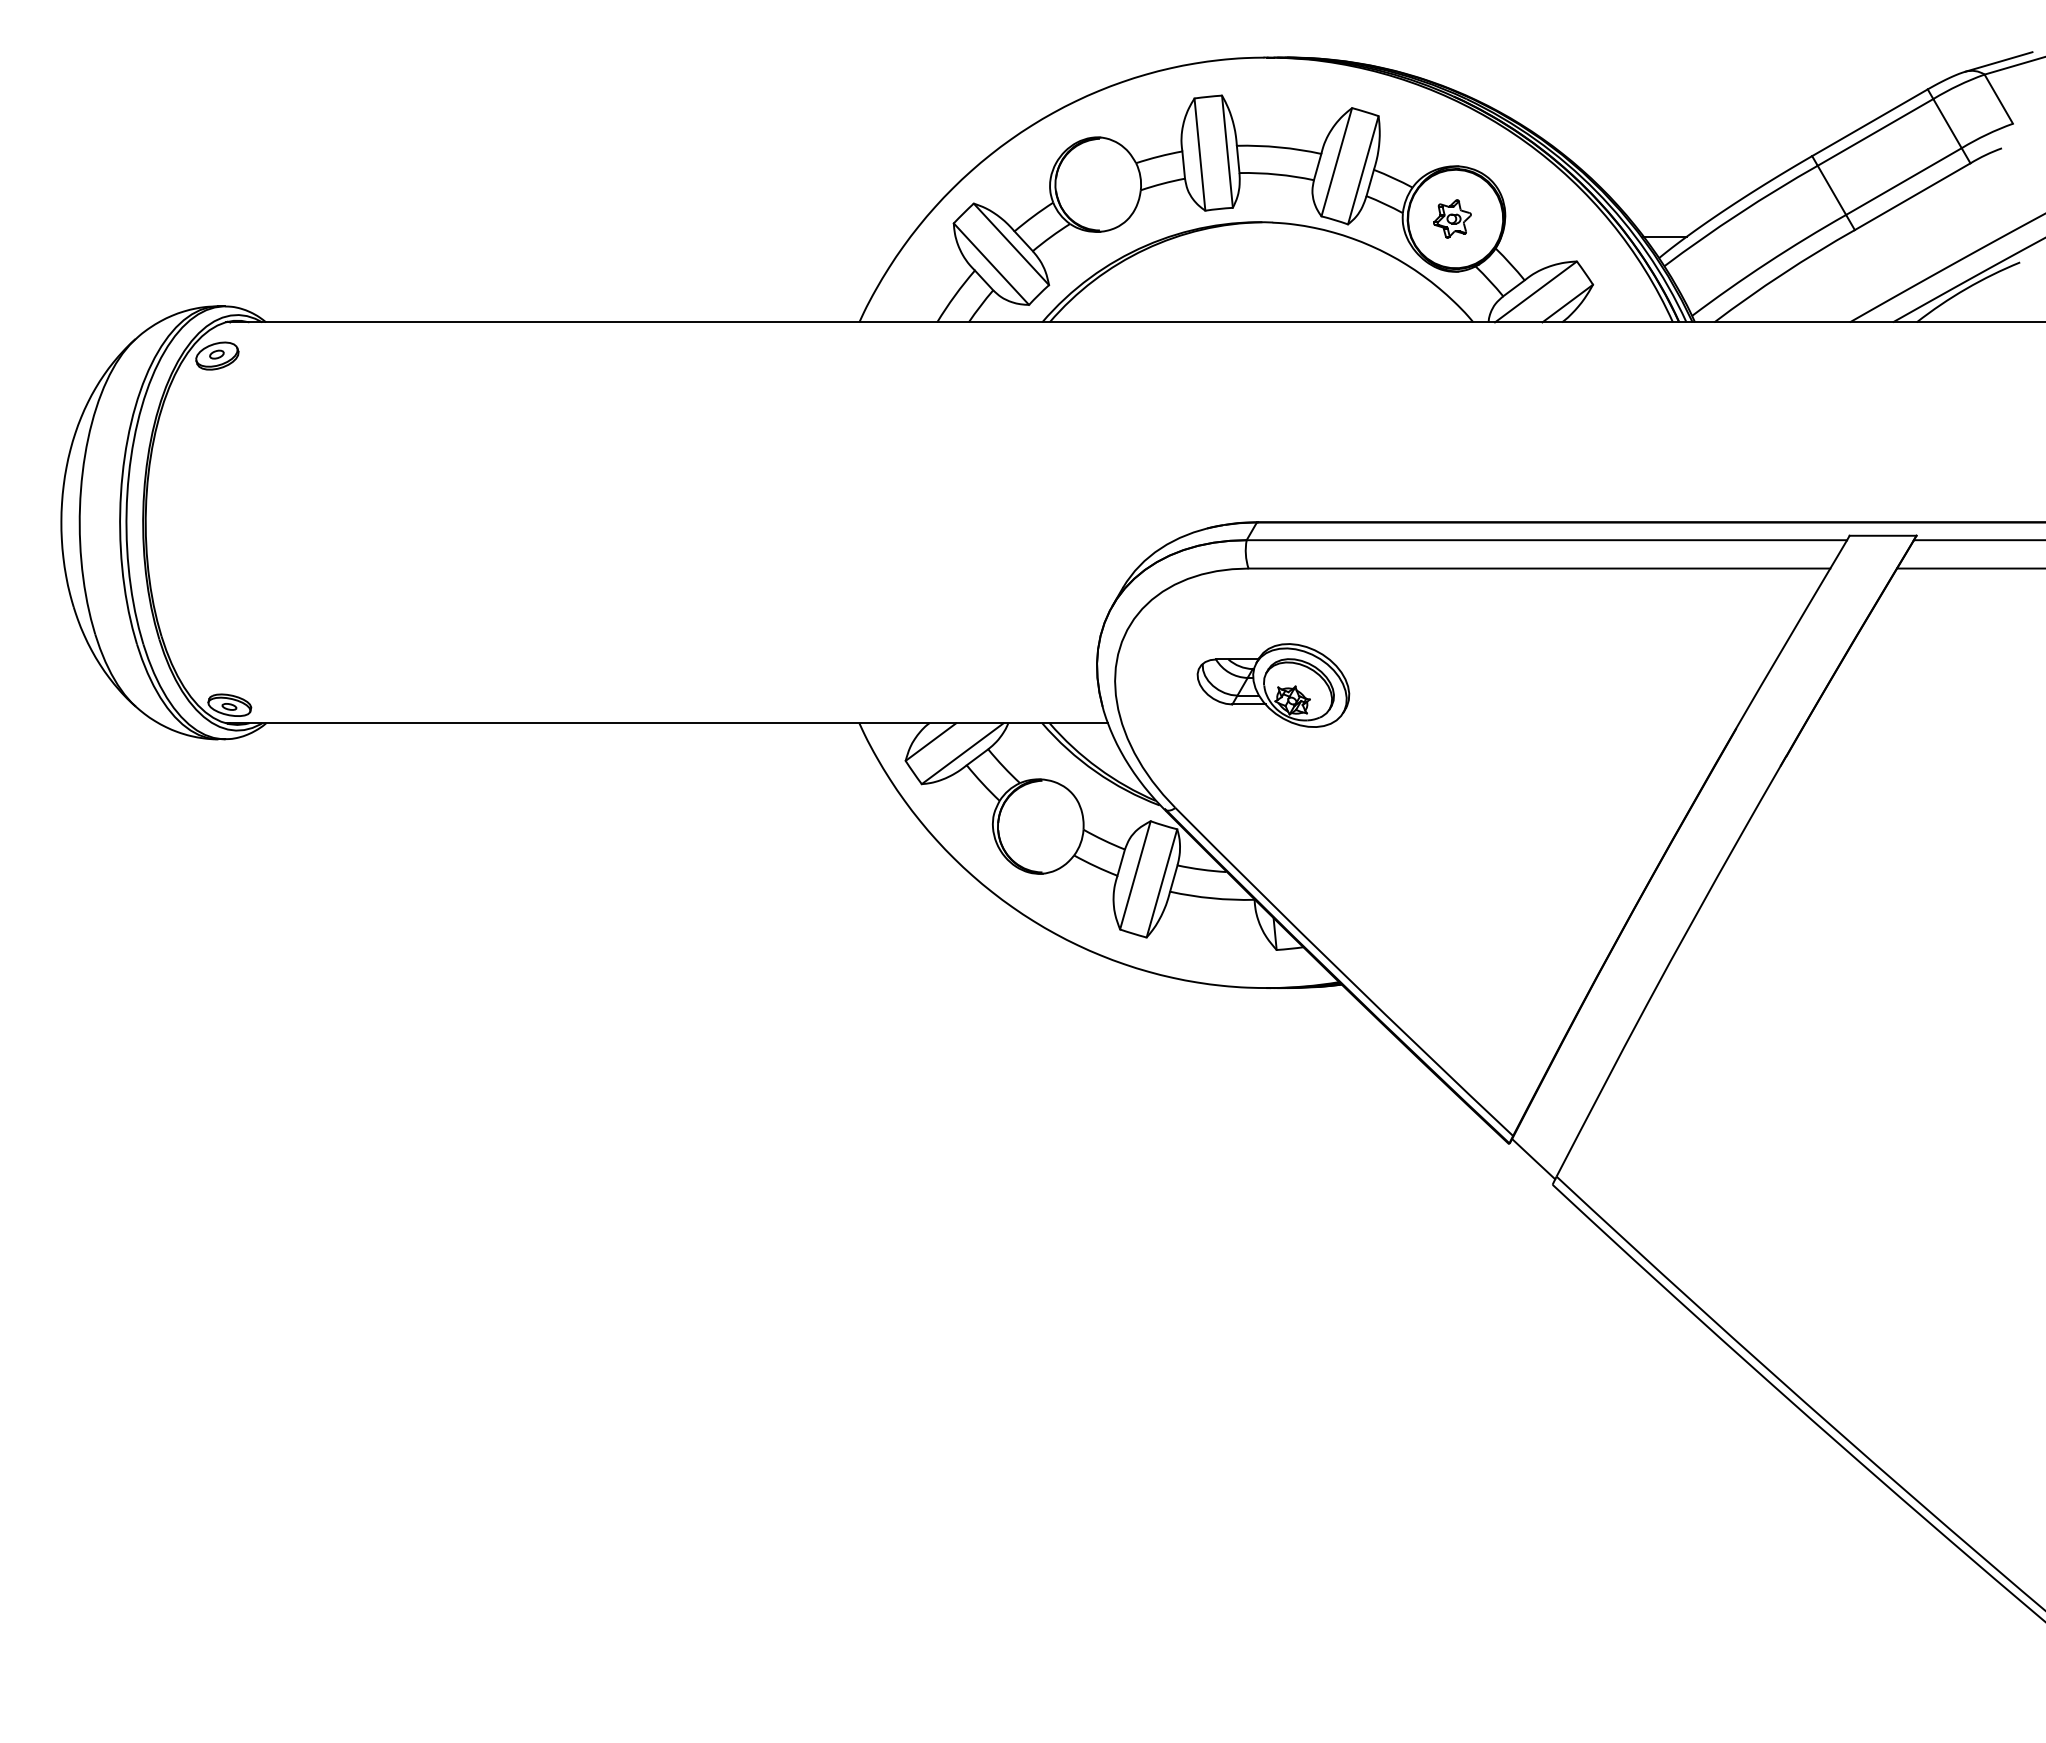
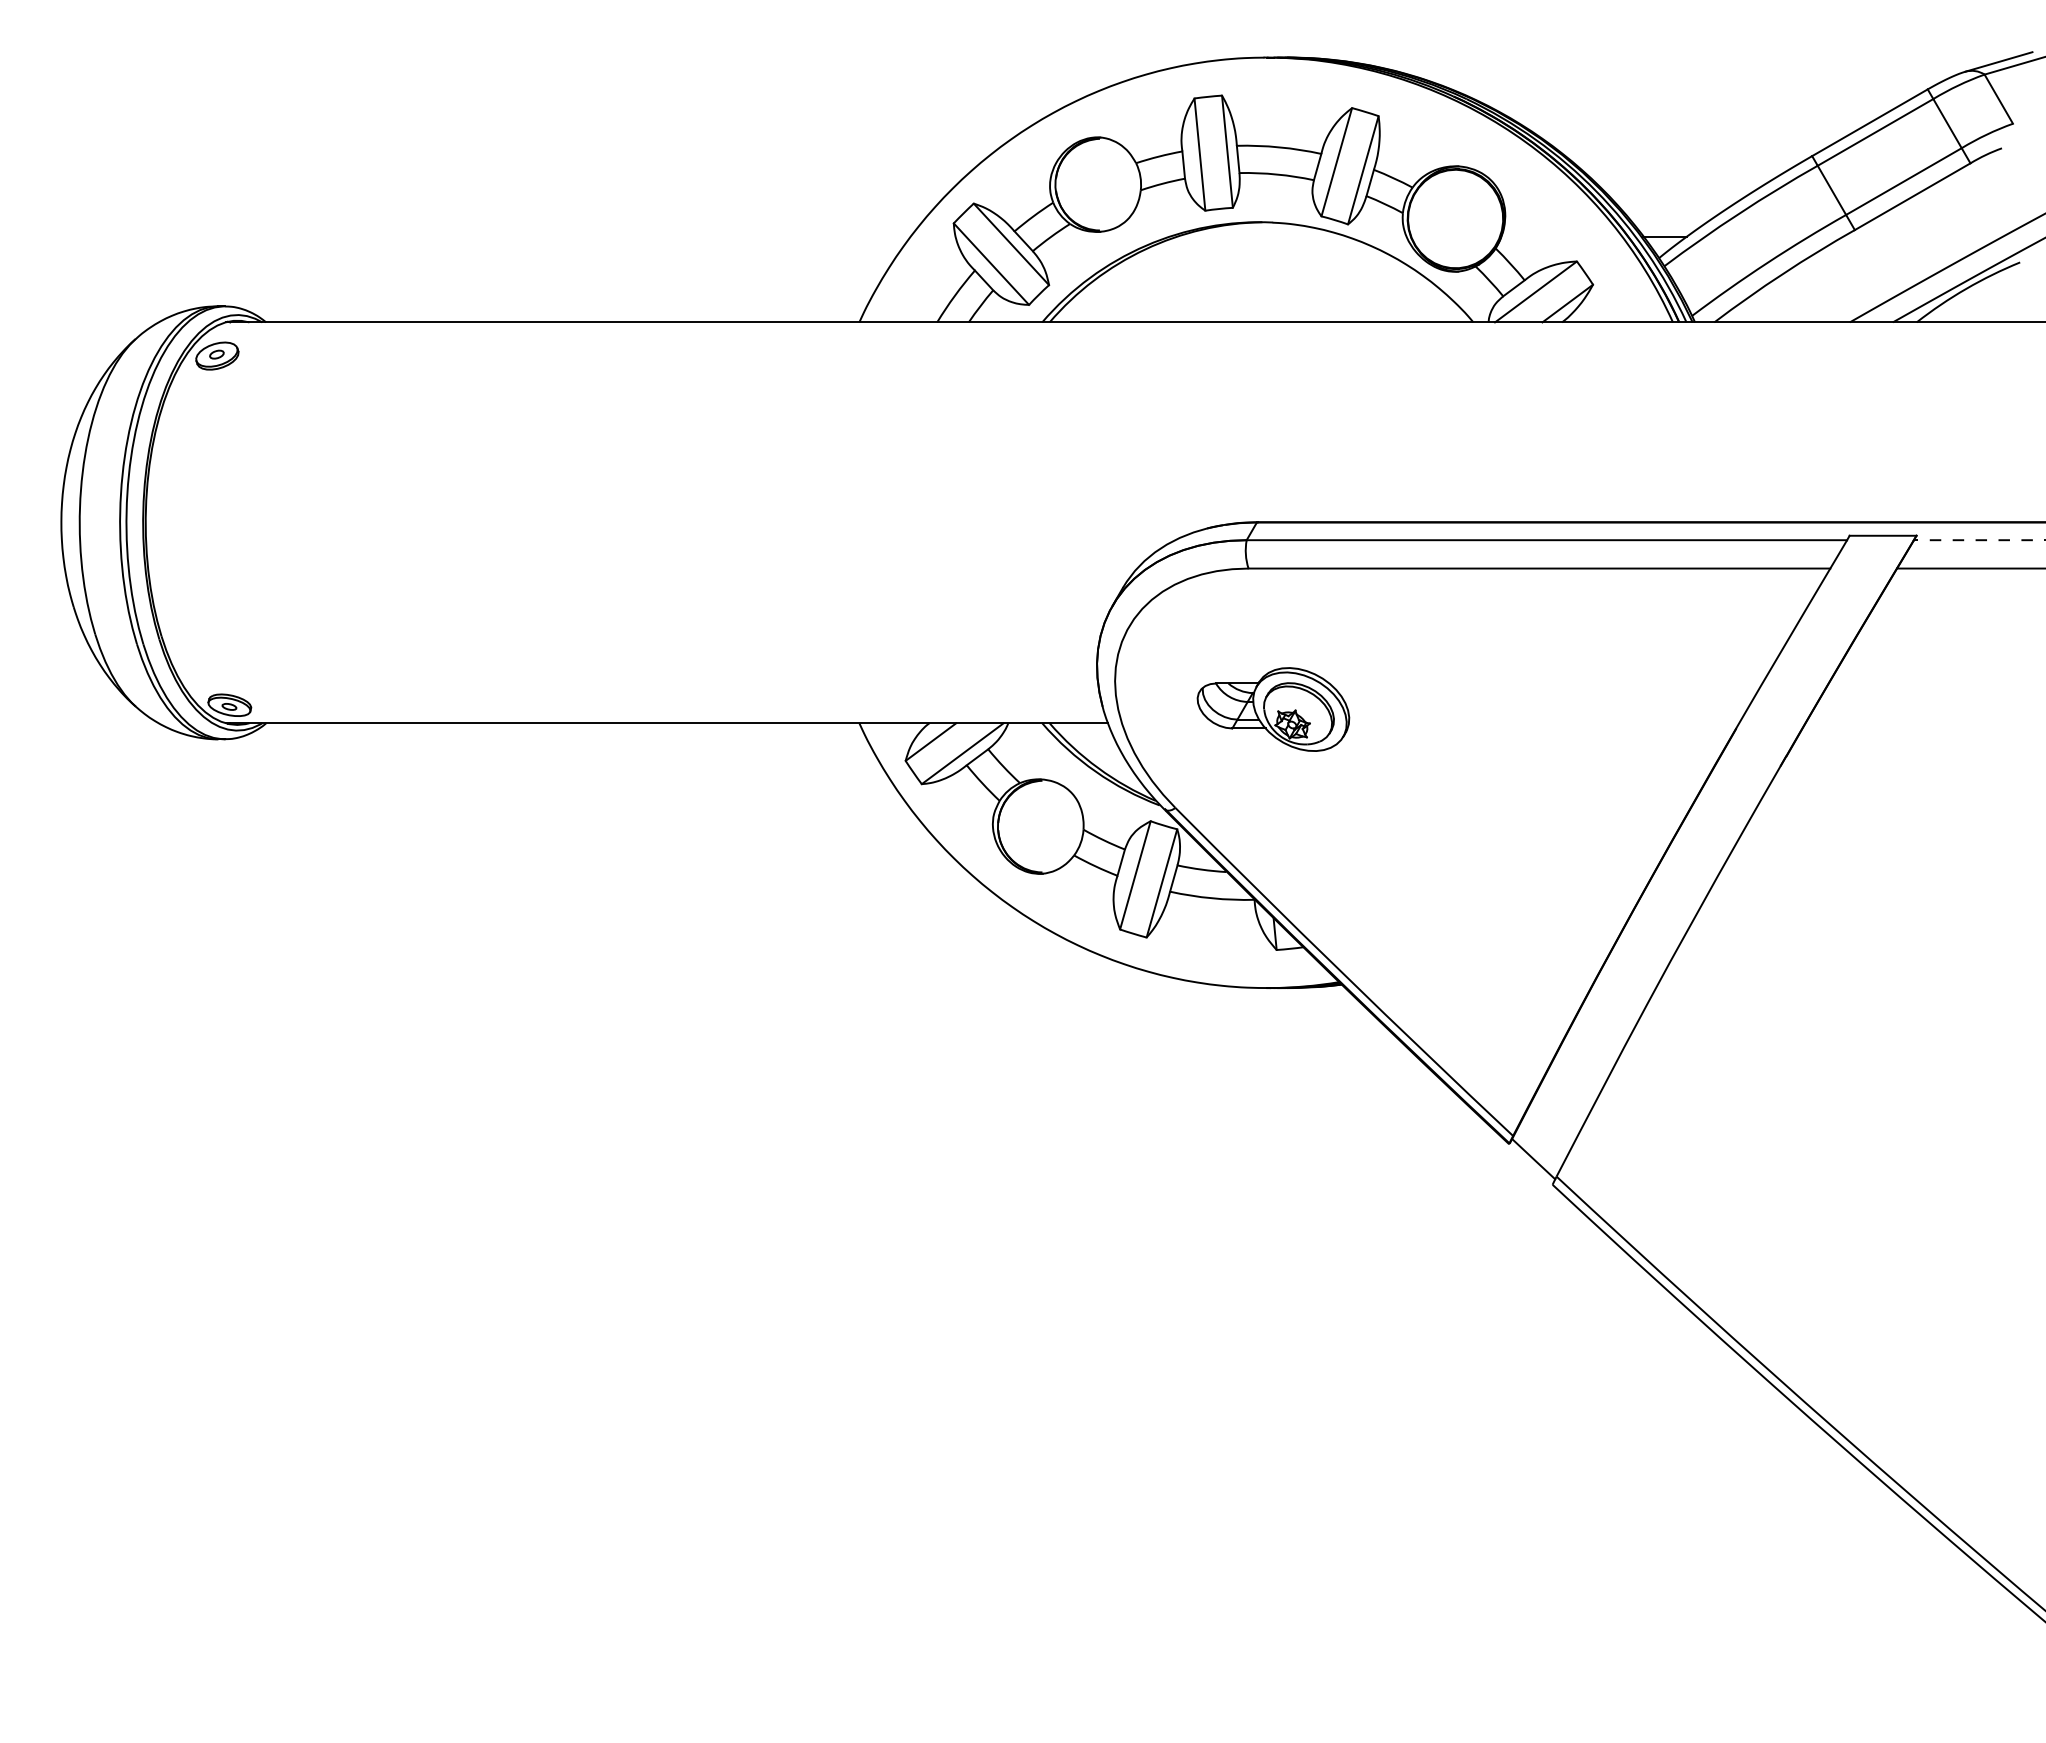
part at (1452, 218): present -> none
line at (1979, 540): solid -> dashed
part at (1273, 685) position: (1273, 685) -> (1273, 709)
